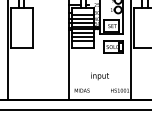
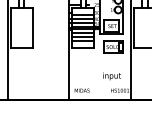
text at (99, 76) position: (99, 76) -> (111, 76)
line at (75, 110): present -> none
